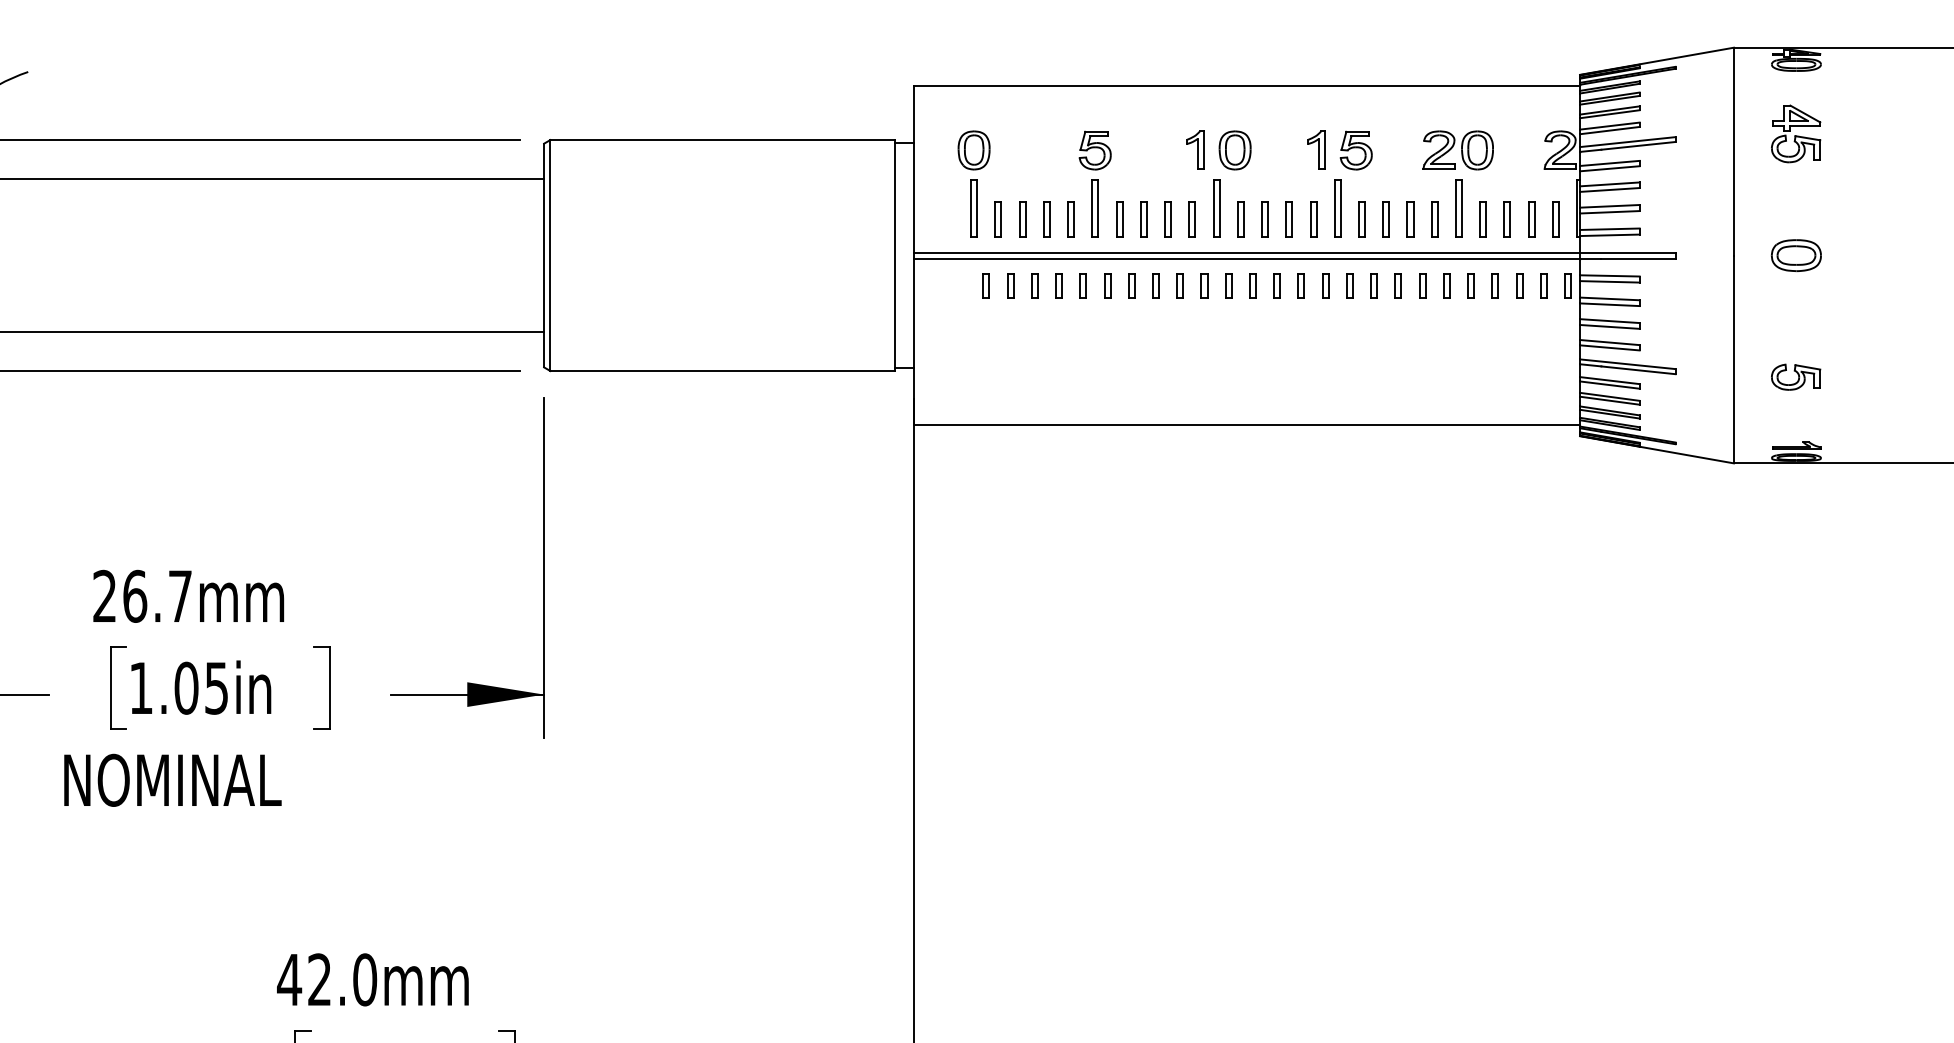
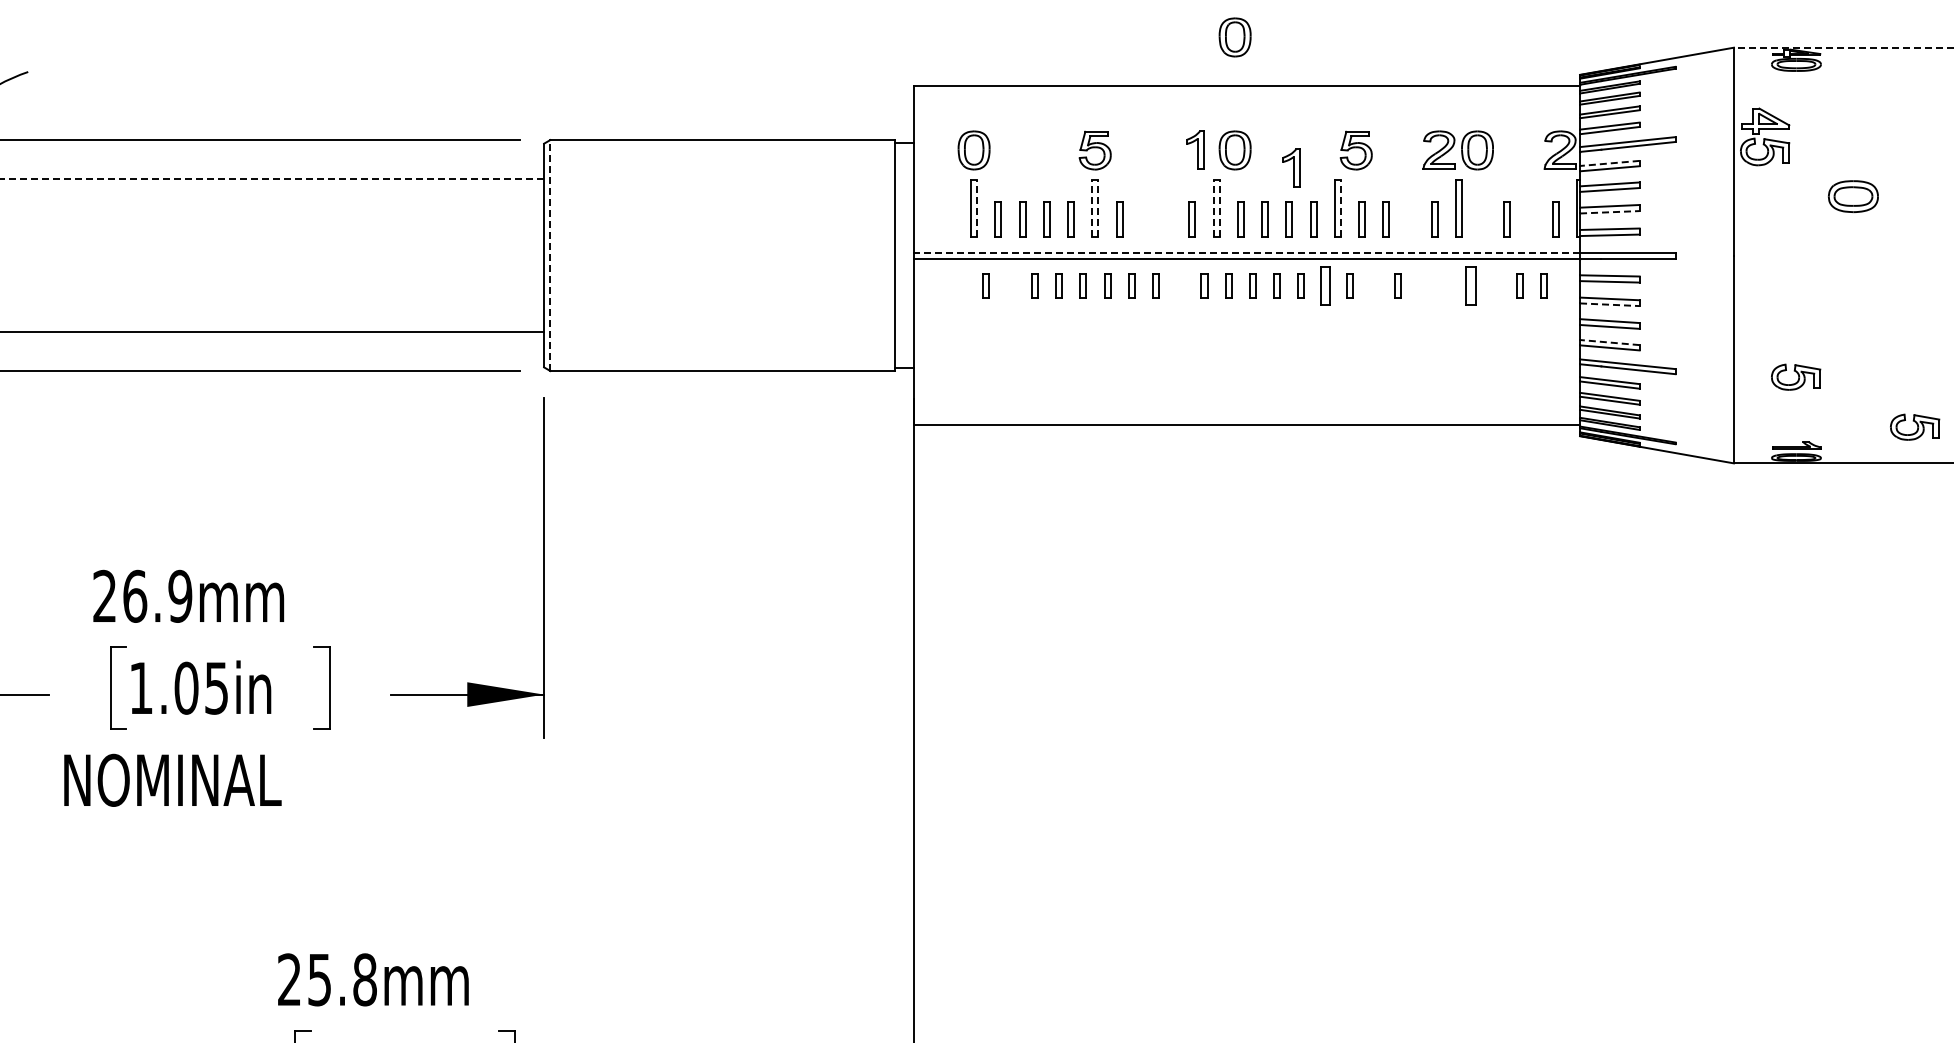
part at (1234, 37): none -> present
line at (1843, 47): solid -> dashed
part at (1796, 133) position: (1796, 133) -> (1765, 136)
part at (1316, 149) position: (1316, 149) -> (1291, 167)
line at (1609, 163): solid -> dashed
line at (272, 178): solid -> dashed
line at (977, 208): solid -> dashed
line at (1092, 208): solid -> dashed
line at (1098, 208): solid -> dashed
line at (1213, 208): solid -> dashed
line at (1219, 208): solid -> dashed
line at (1340, 208): solid -> dashed
line at (1609, 212): solid -> dashed
part at (1143, 219): present -> none
part at (1167, 219): present -> none
part at (1410, 219): present -> none
part at (1482, 219): present -> none
part at (1531, 219): present -> none
line at (1246, 252): solid -> dashed
line at (550, 255): solid -> dashed
part at (1795, 255) position: (1795, 255) -> (1852, 196)
part at (1010, 285): present -> none
part at (1179, 285): present -> none
part at (1325, 285) size: 8x26 px -> 11x40 px
part at (1373, 285): present -> none
part at (1422, 285): present -> none
part at (1446, 285): present -> none
part at (1470, 285) size: 8x26 px -> 12x40 px
part at (1494, 285): present -> none
part at (1567, 285): present -> none
line at (1609, 304): solid -> dashed
line at (1609, 342): solid -> dashed
part at (1915, 426): none -> present
text at (180, 595): 26.7mm -> 26.9mm
text at (327, 979): 42.0mm -> 25.8mm
